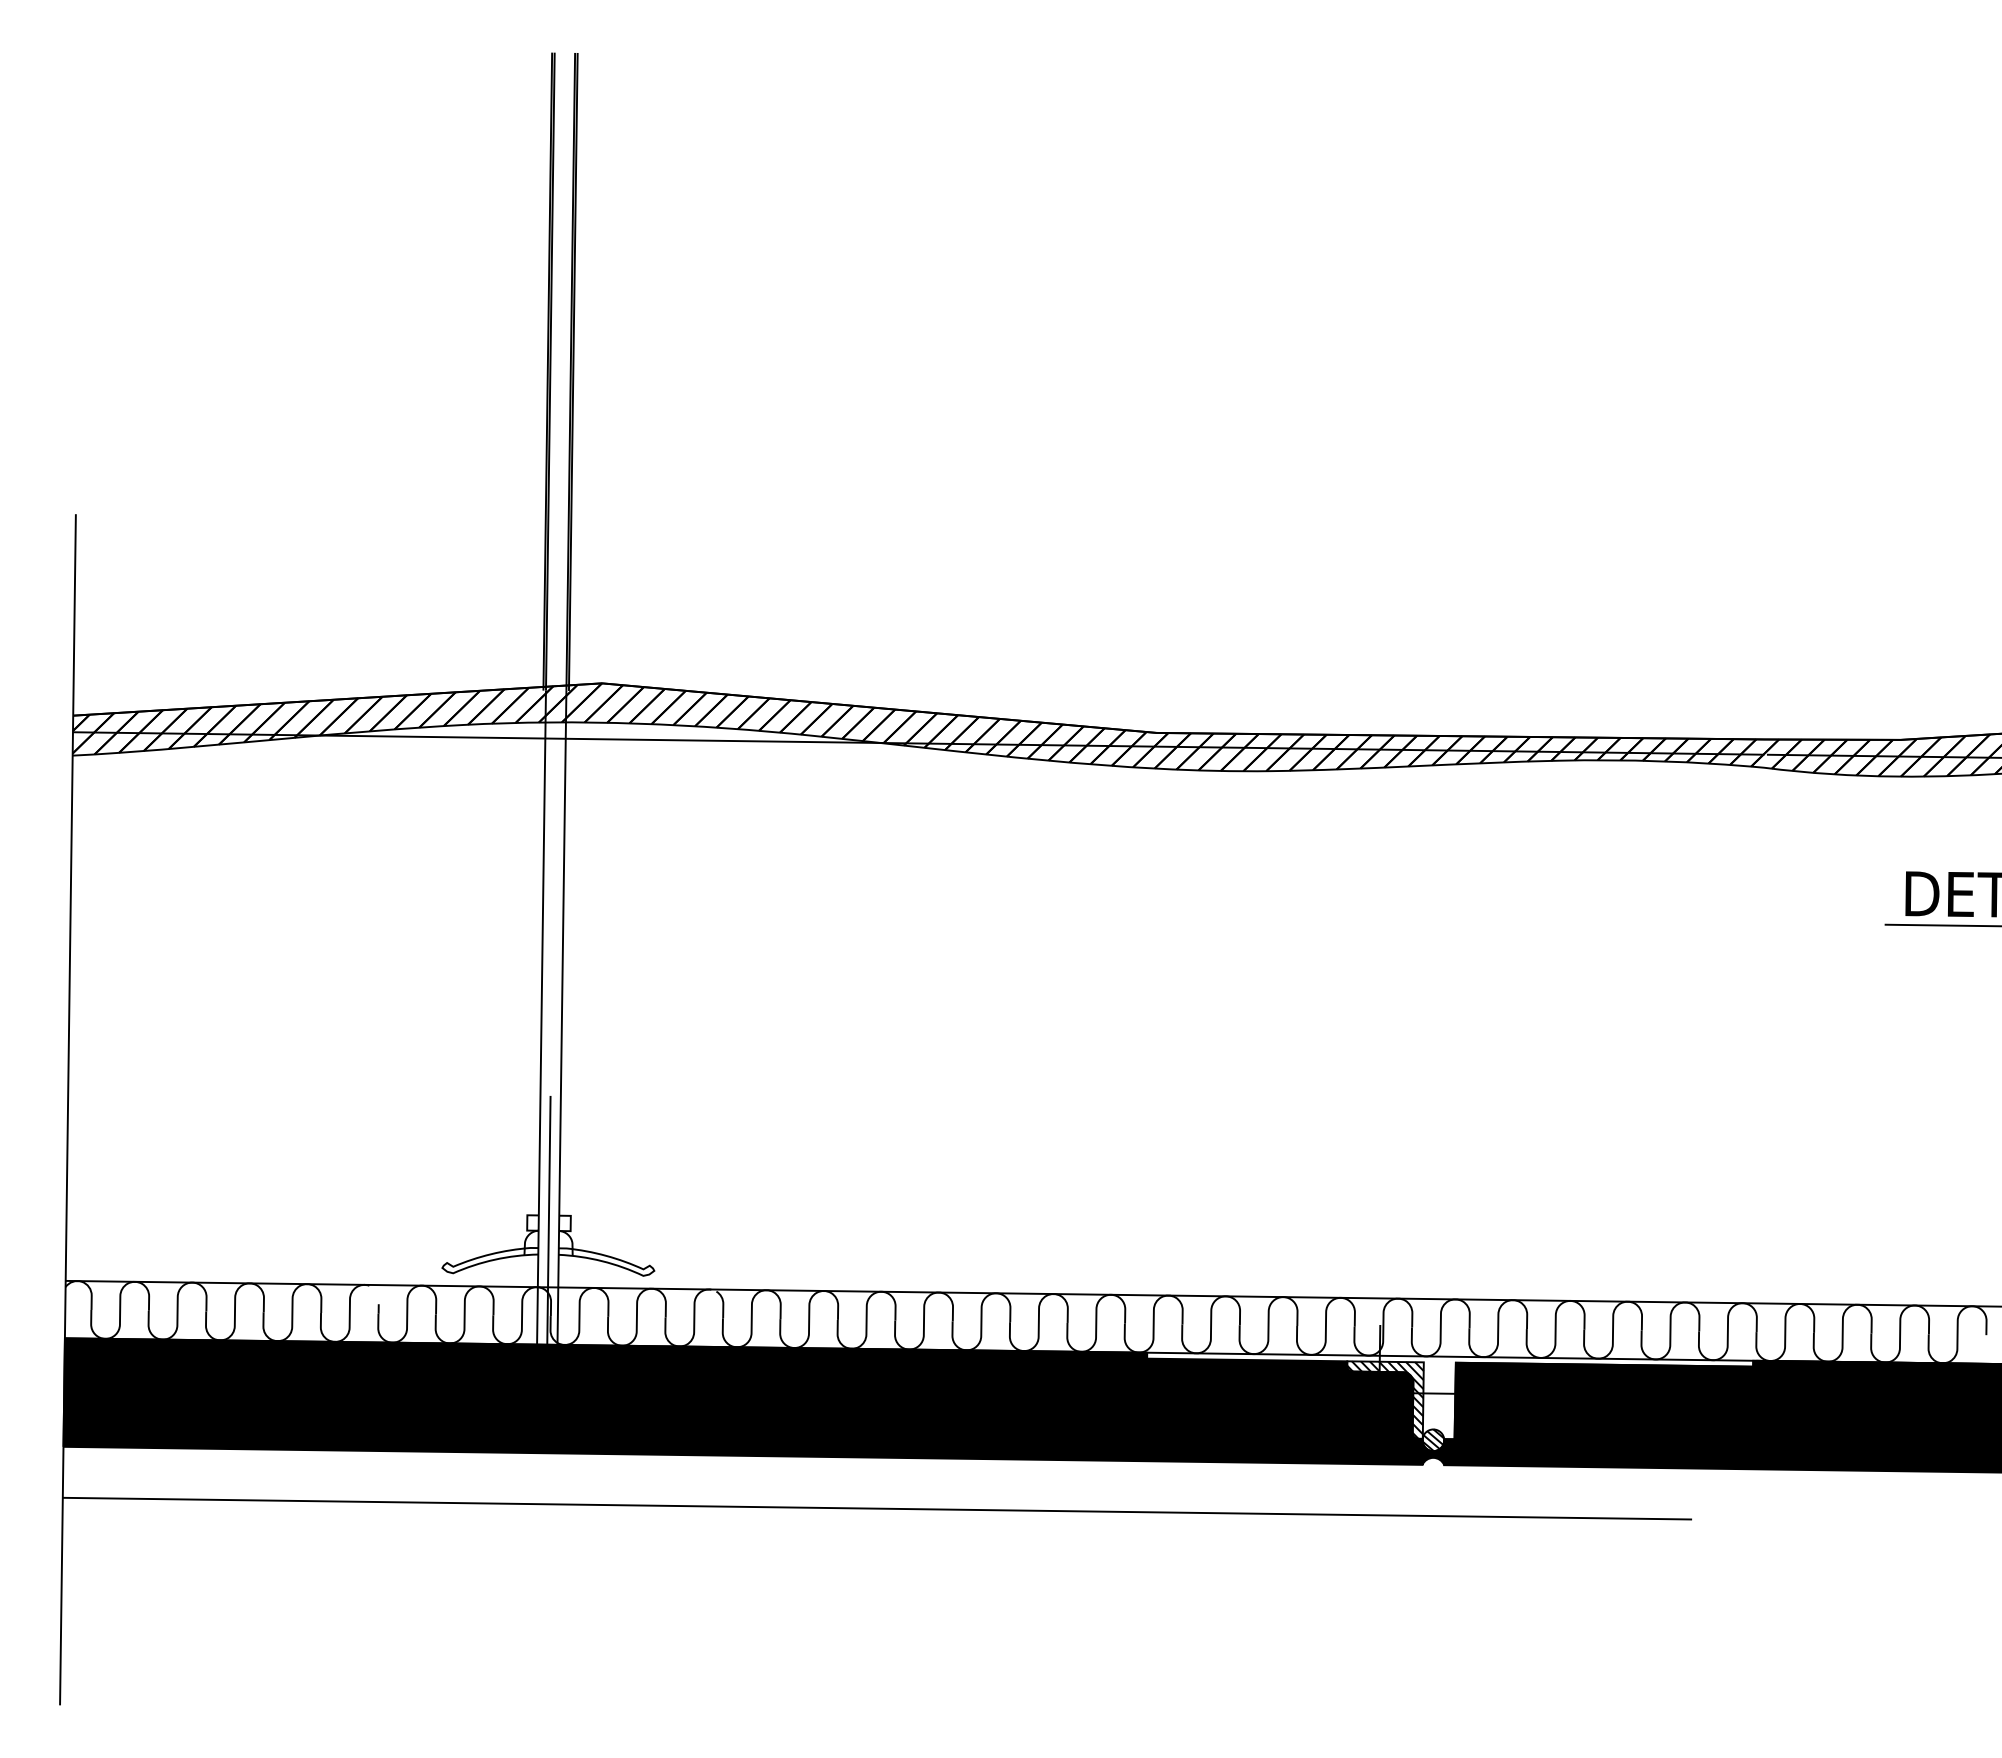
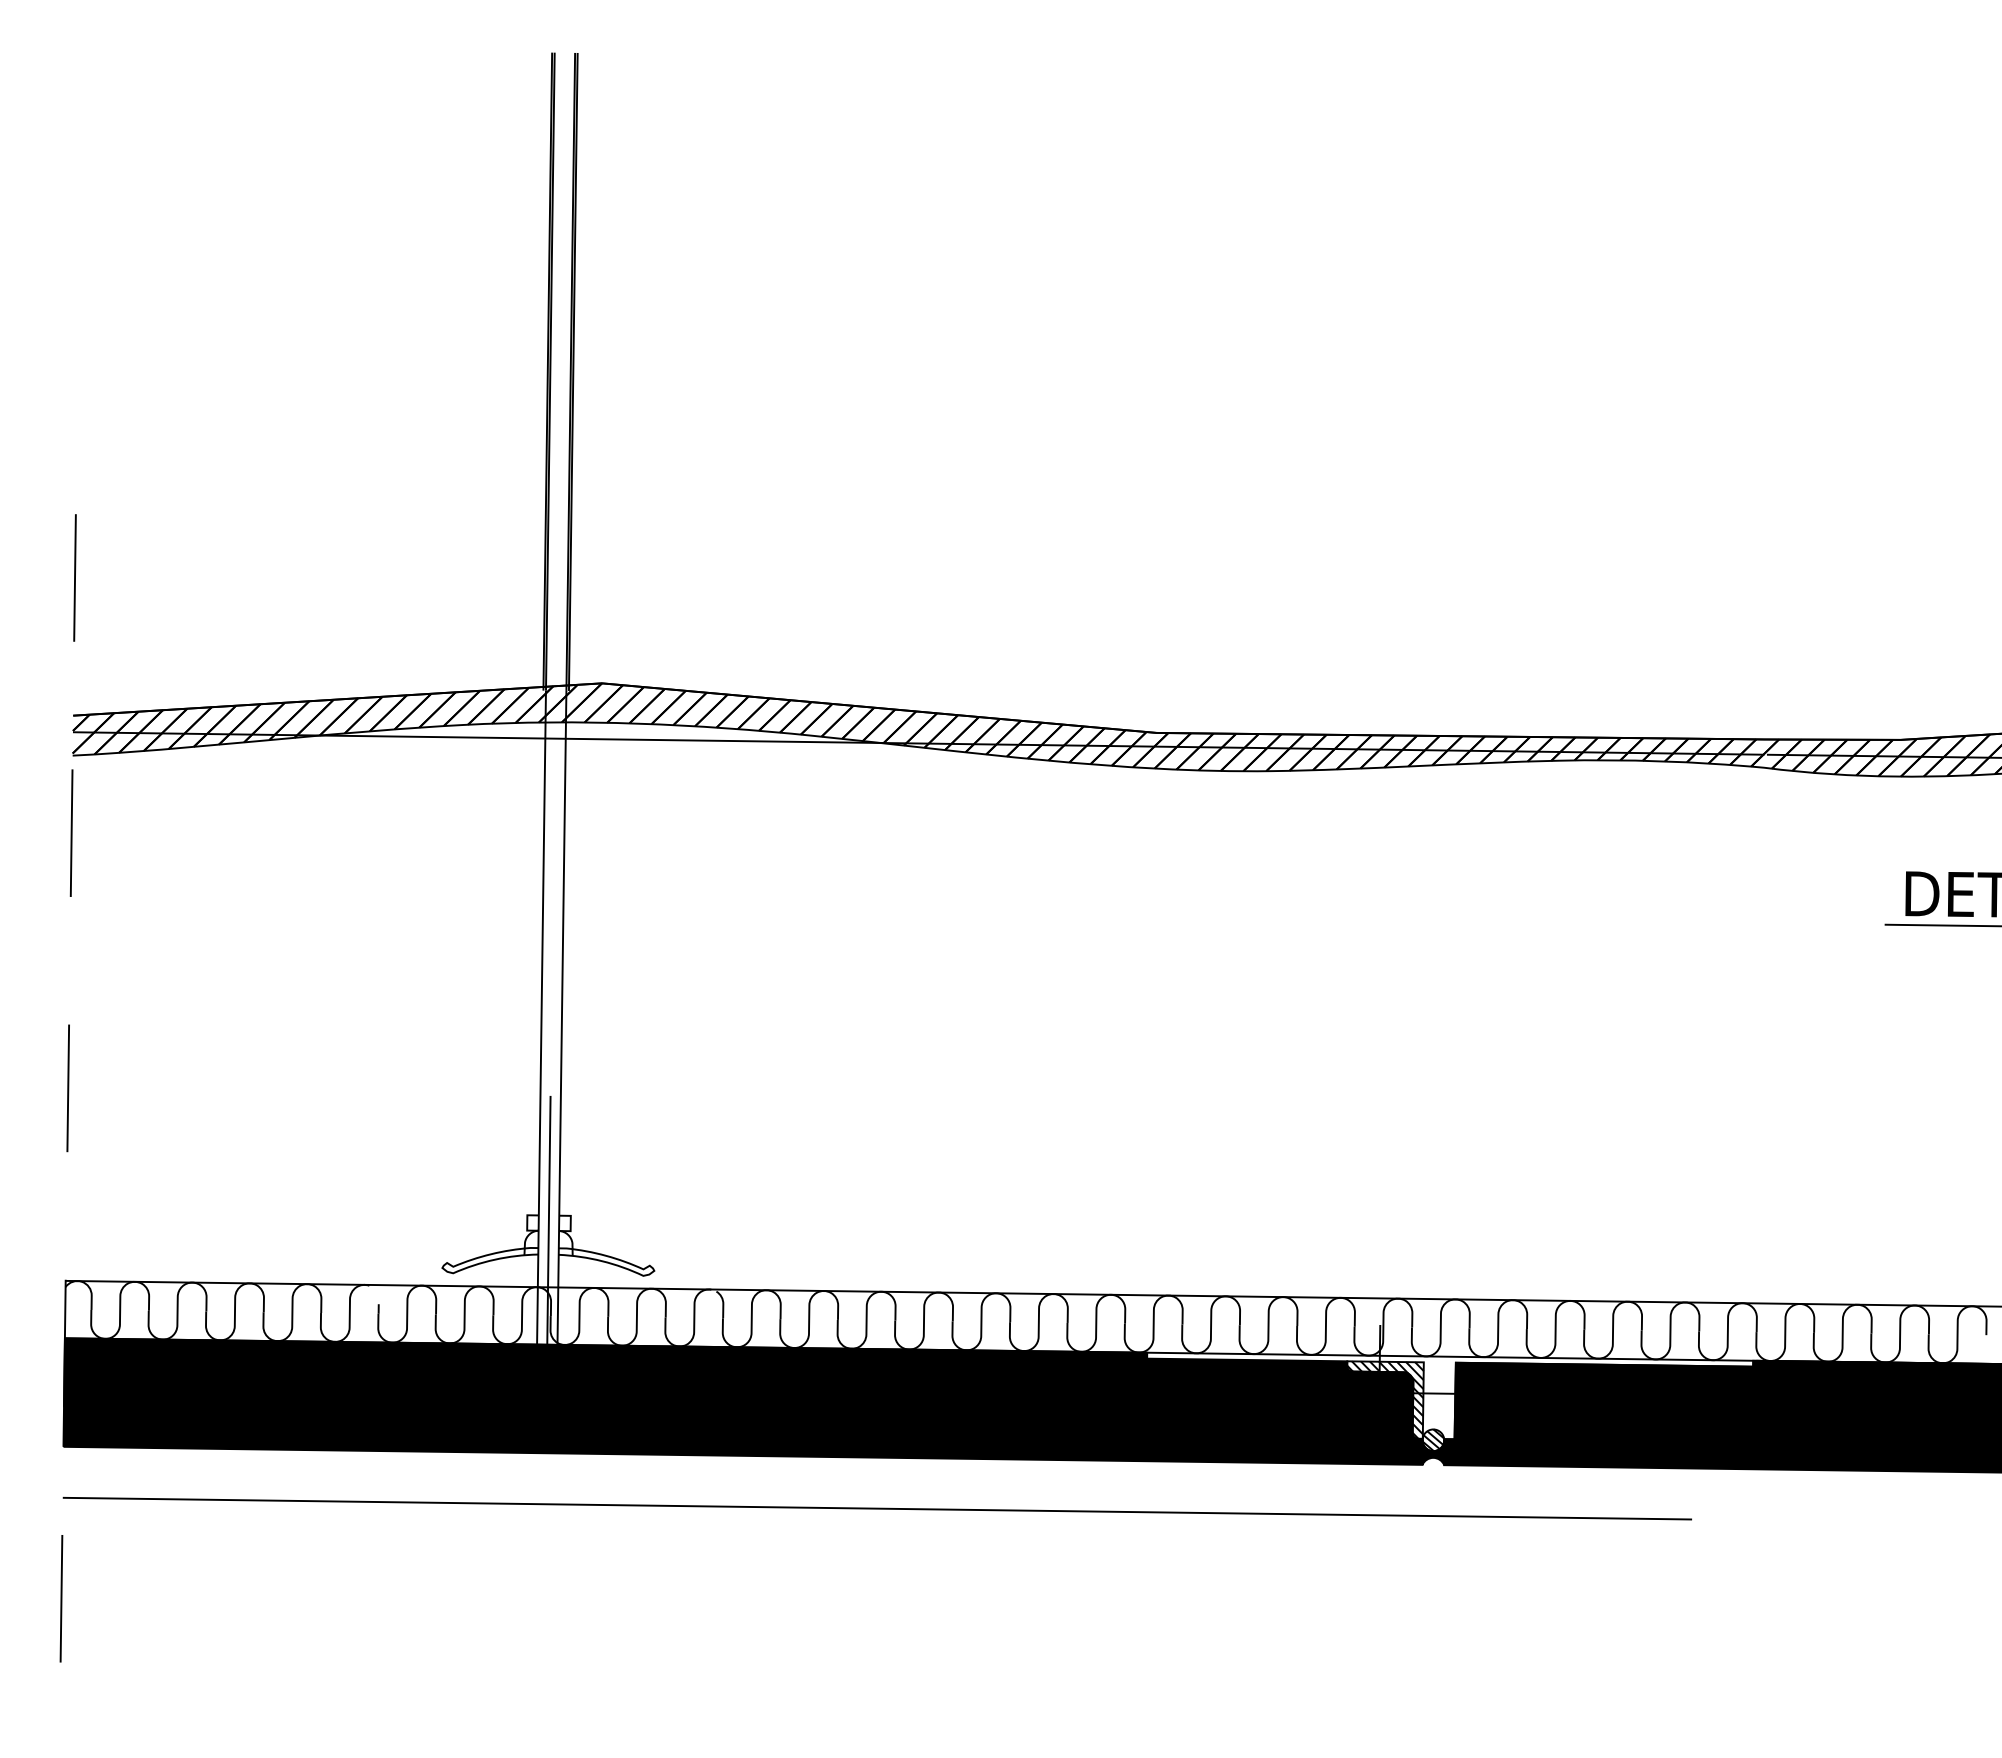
line at (67, 1109): solid -> dashed
